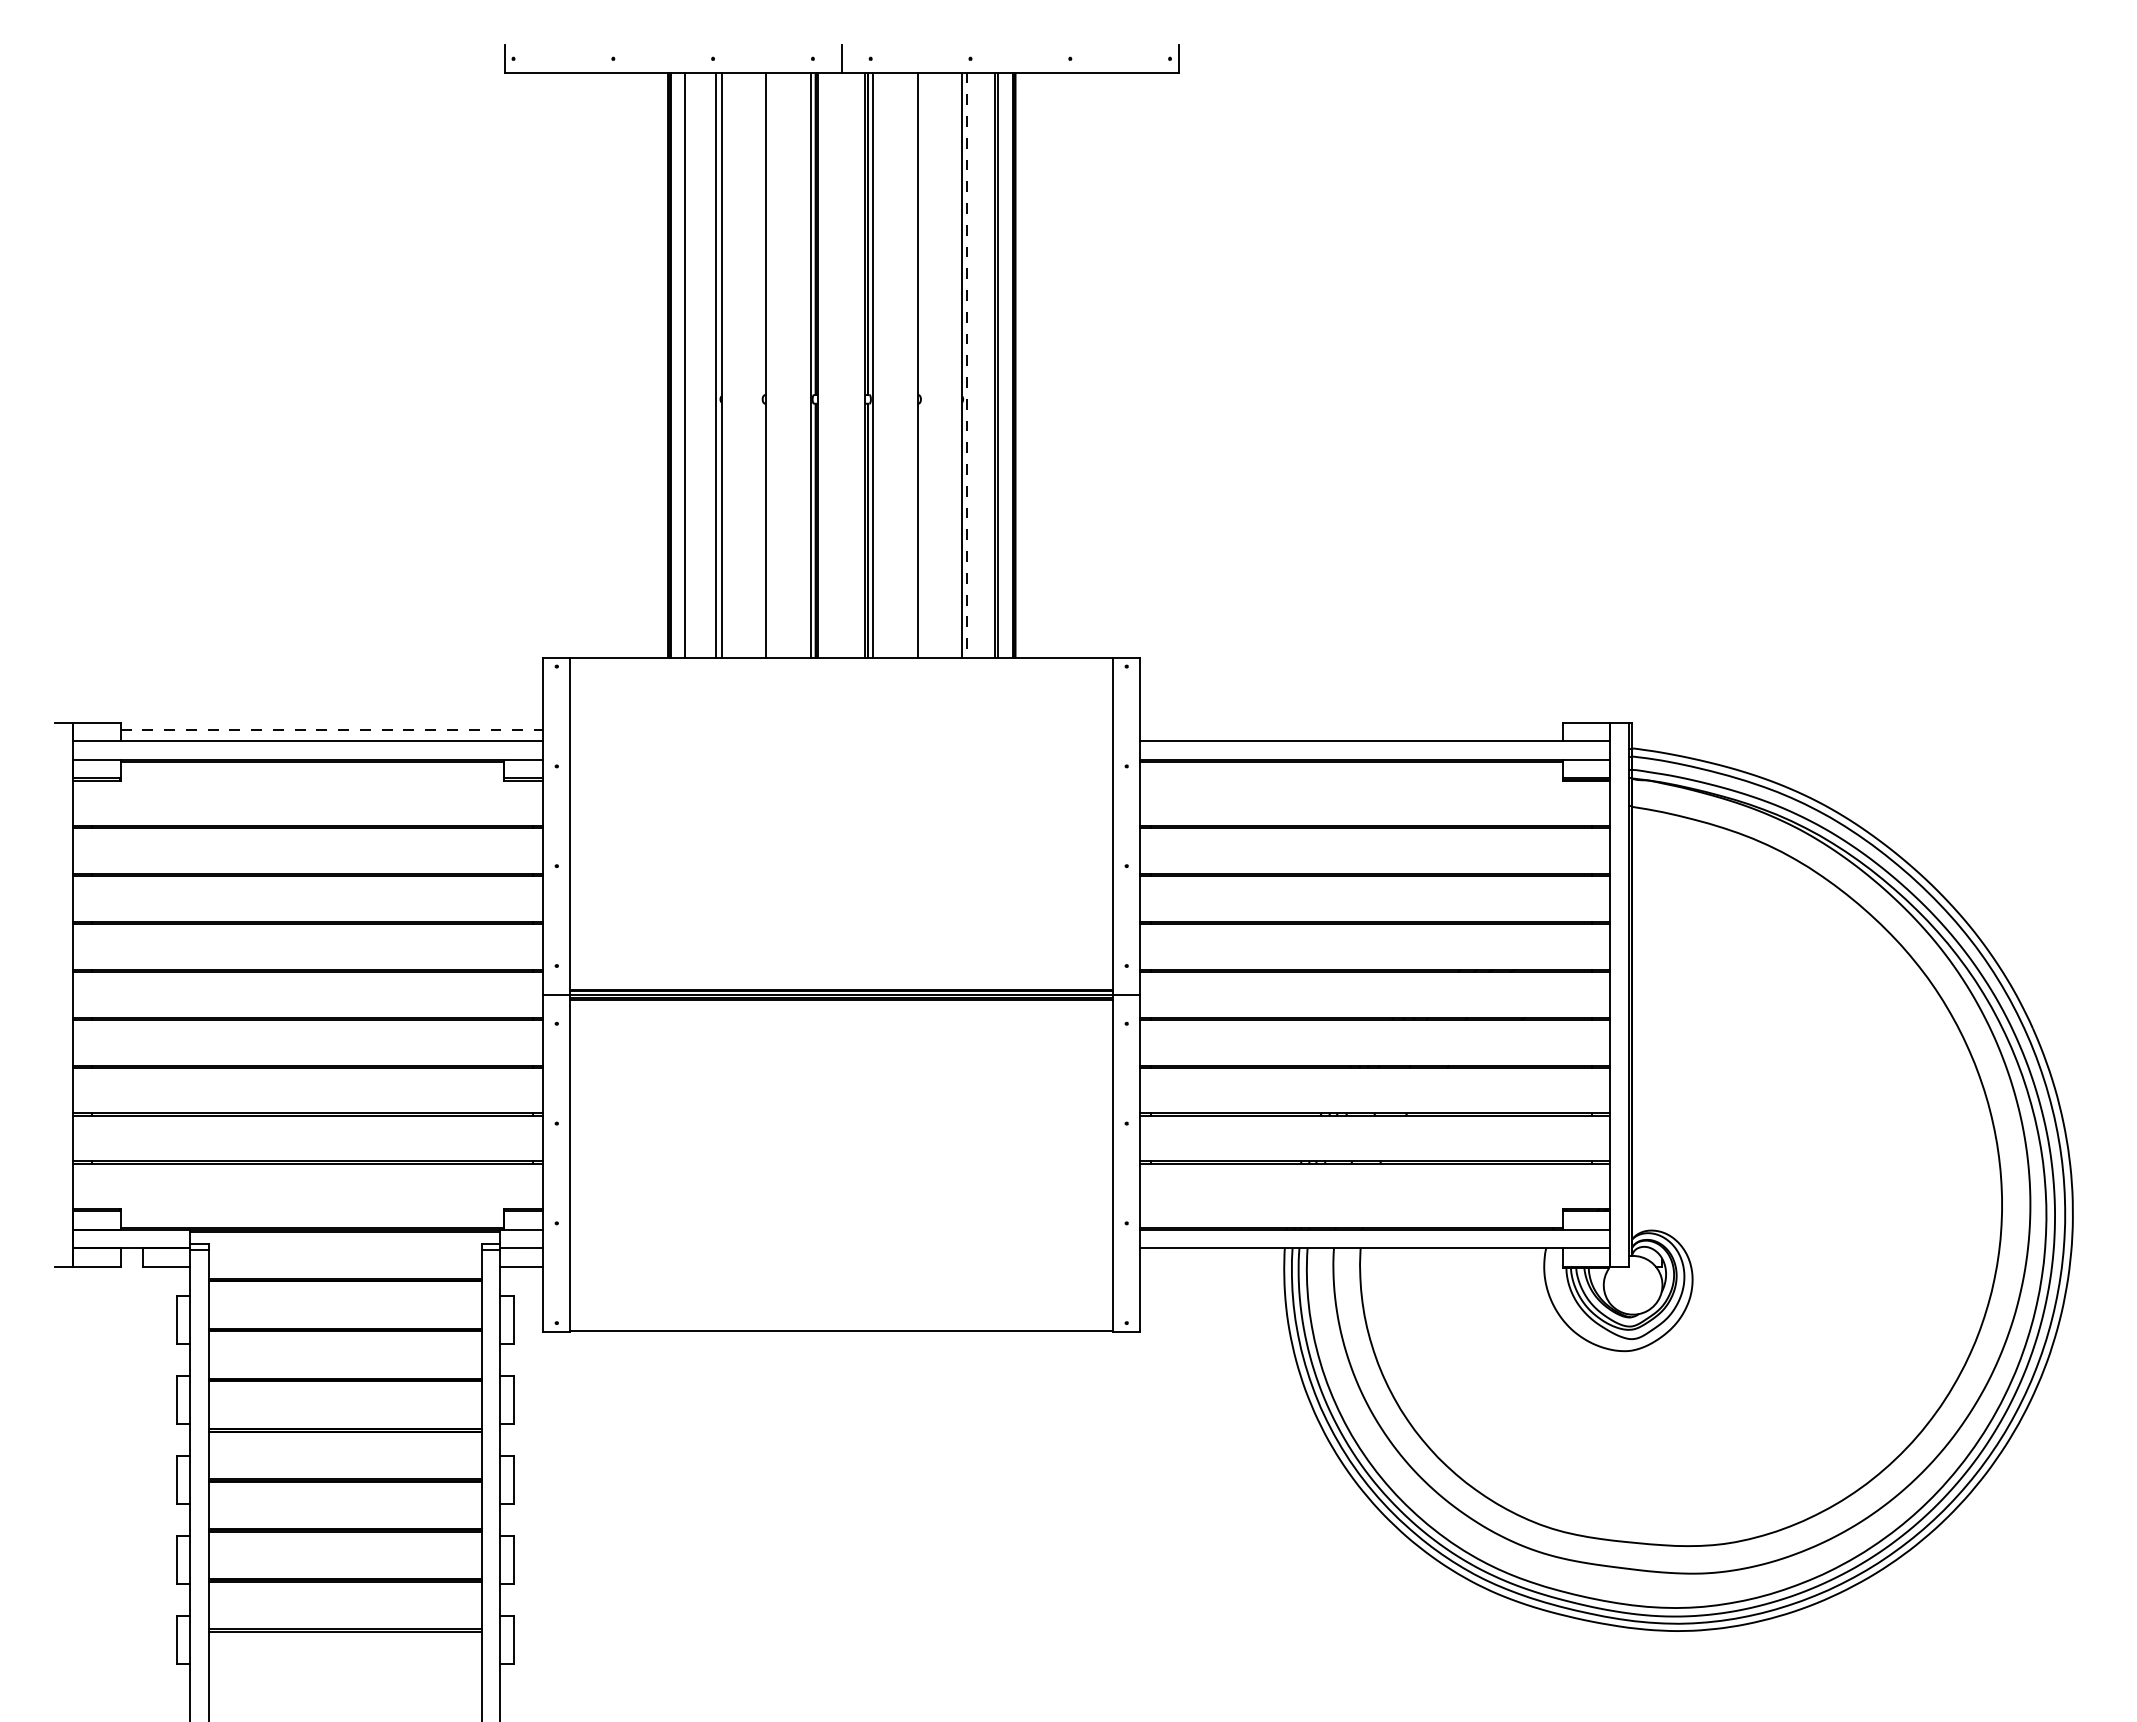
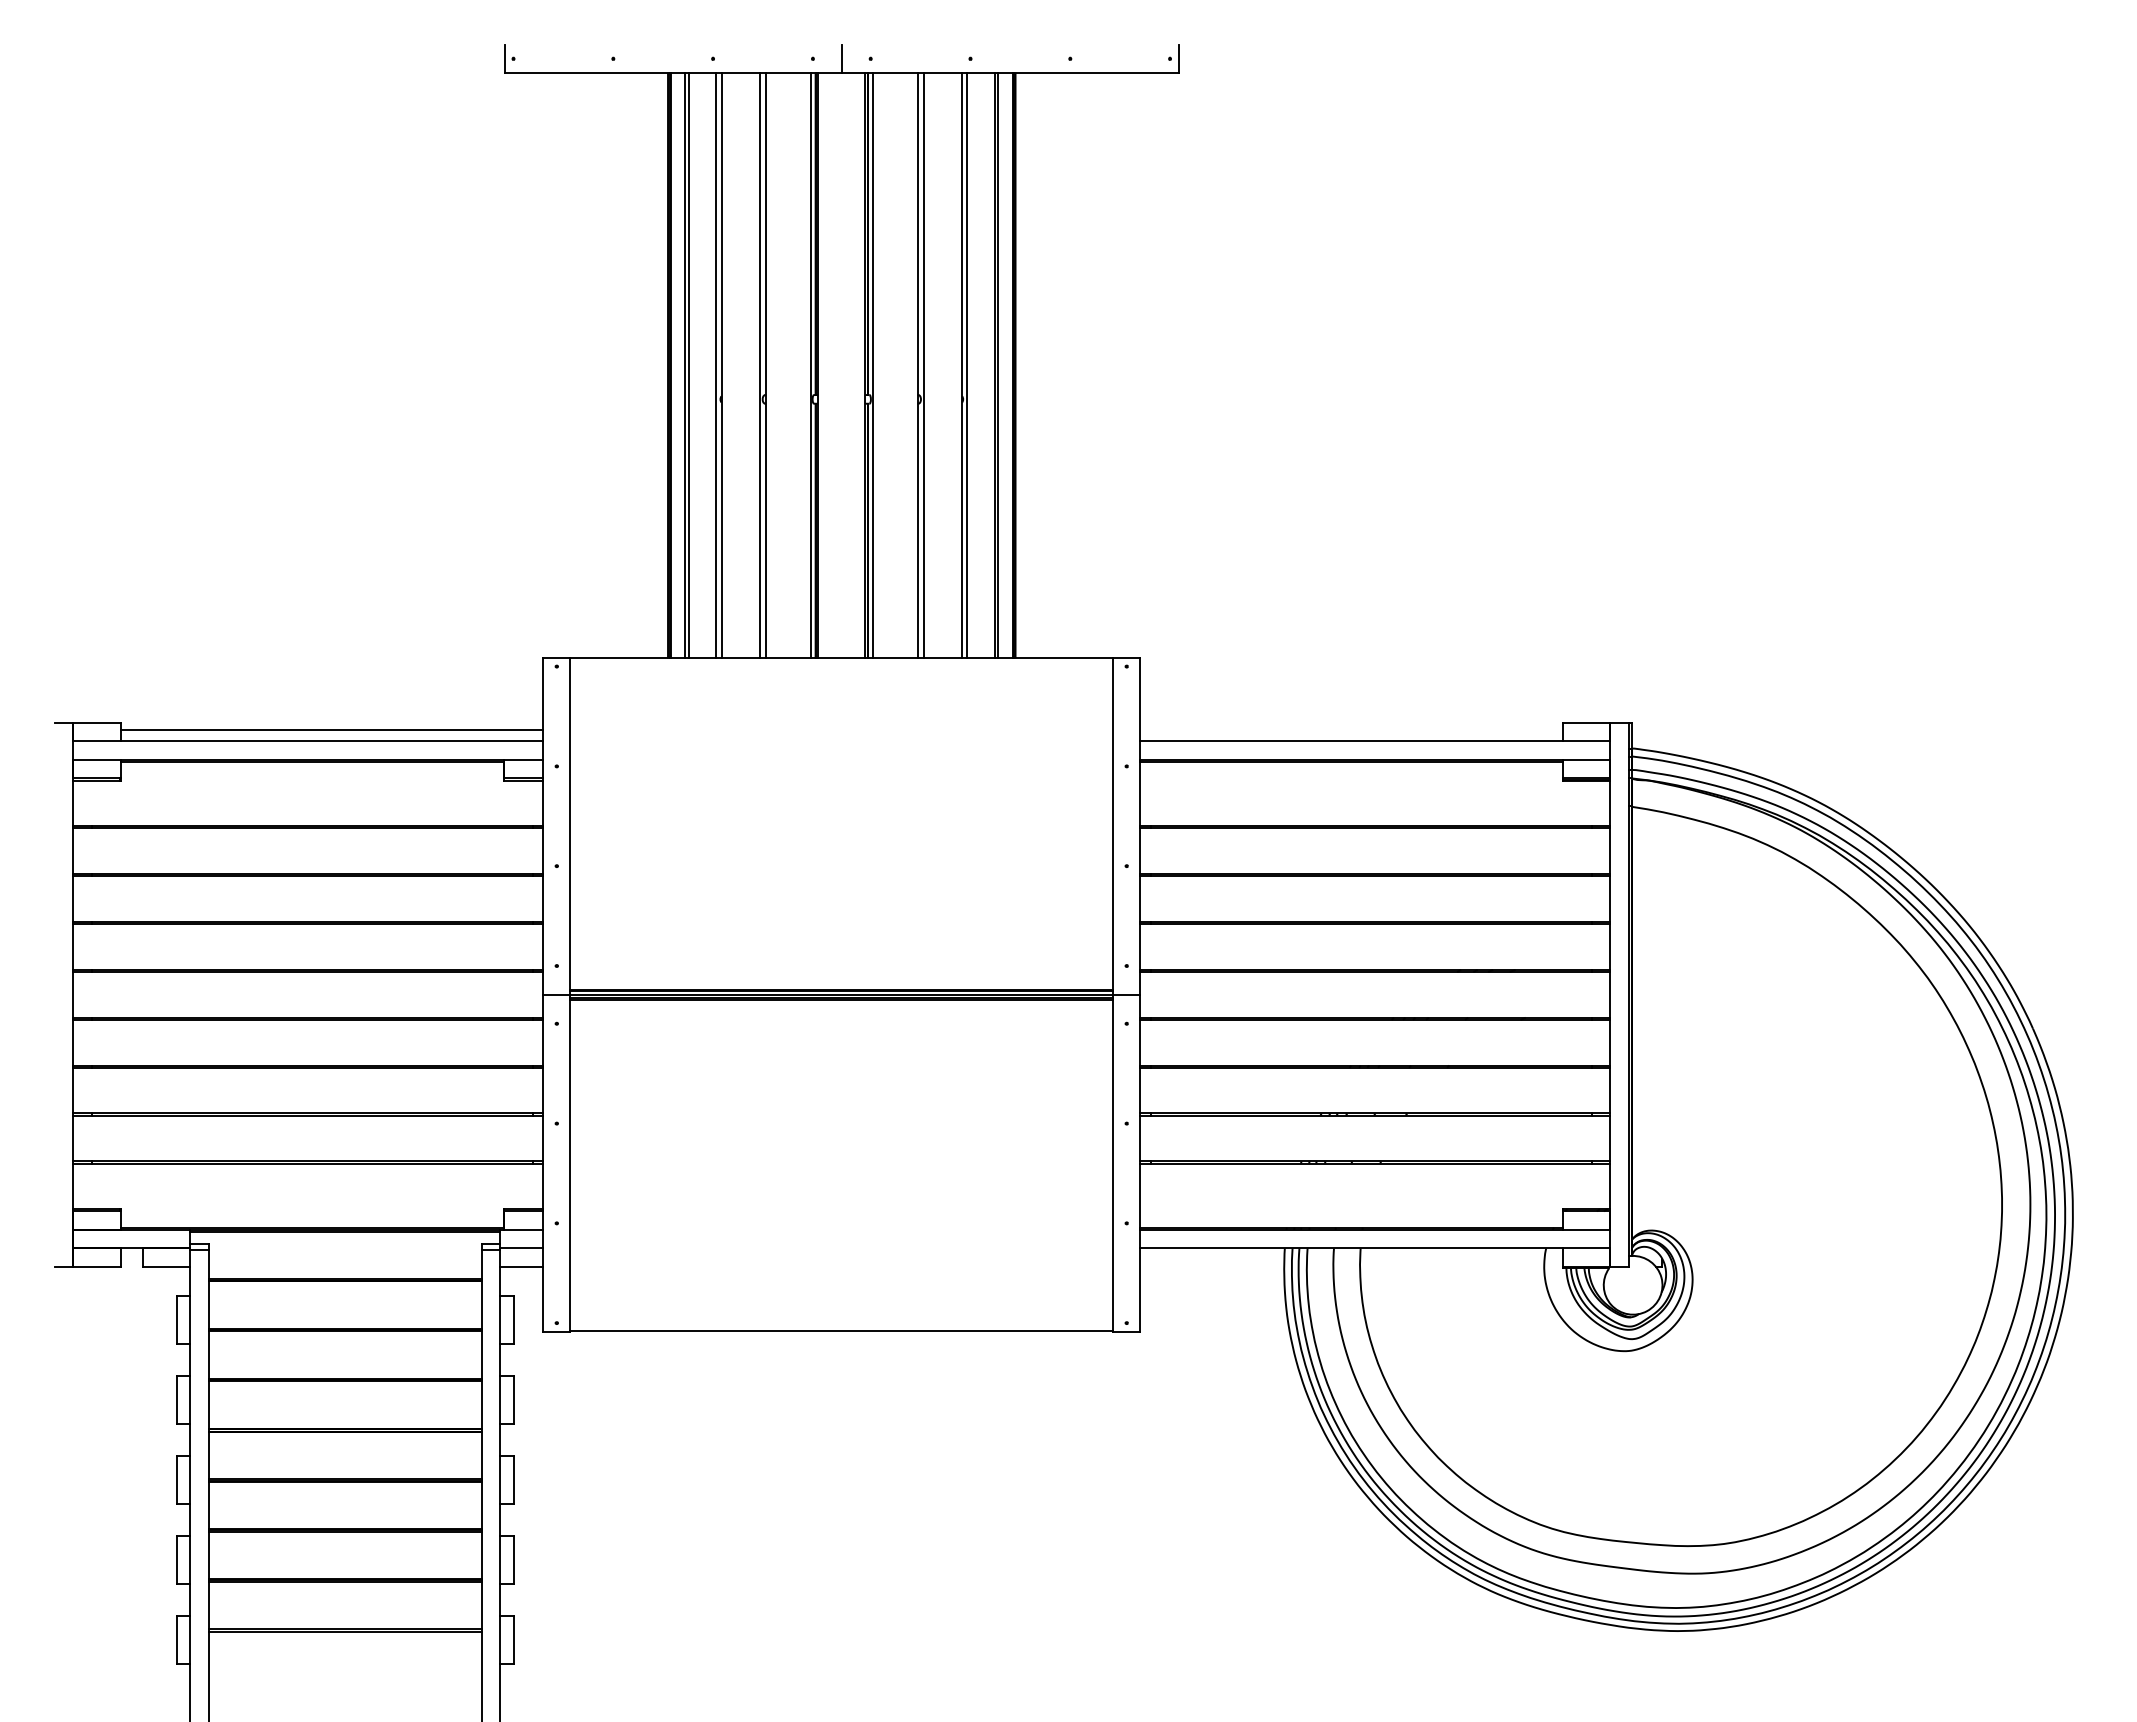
line at (688, 365): none -> present
line at (759, 365): none -> present
line at (923, 365): none -> present
line at (967, 365): dashed -> solid
line at (332, 729): dashed -> solid
